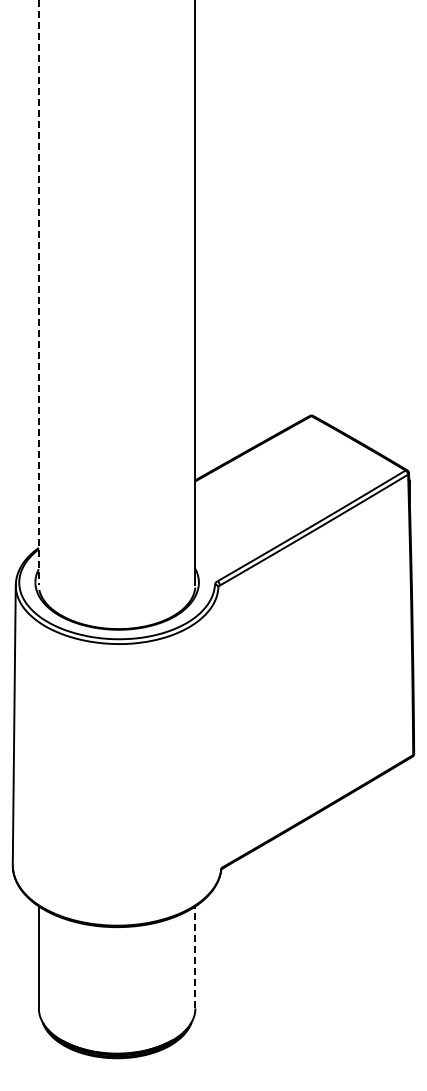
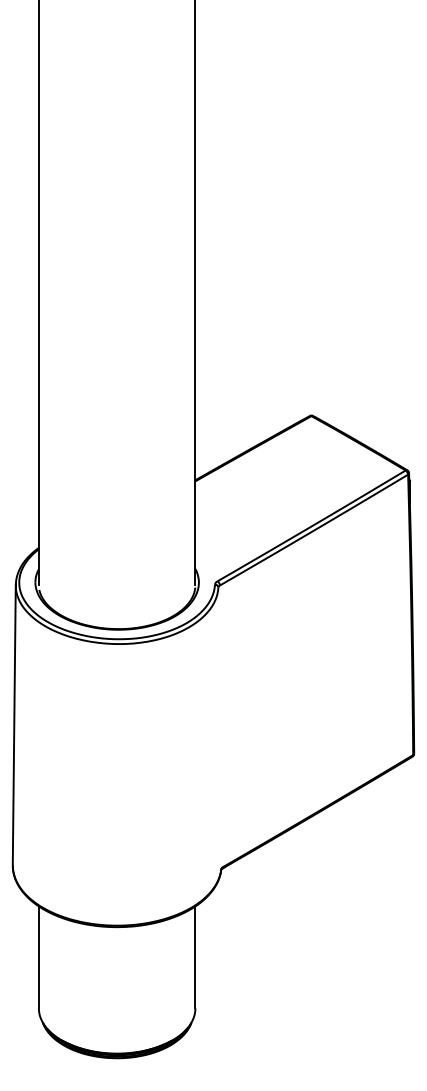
line at (38, 293): dashed -> solid
line at (195, 956): dashed -> solid
